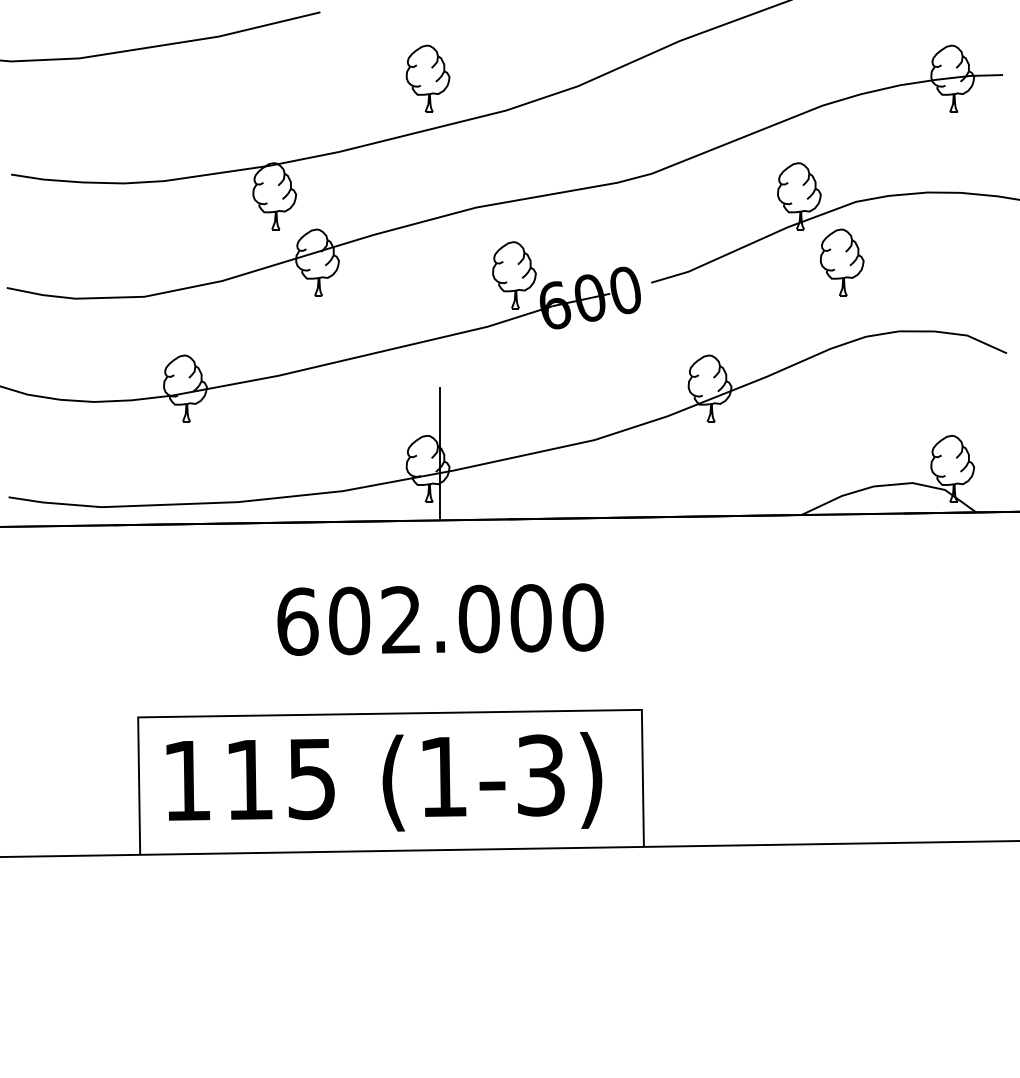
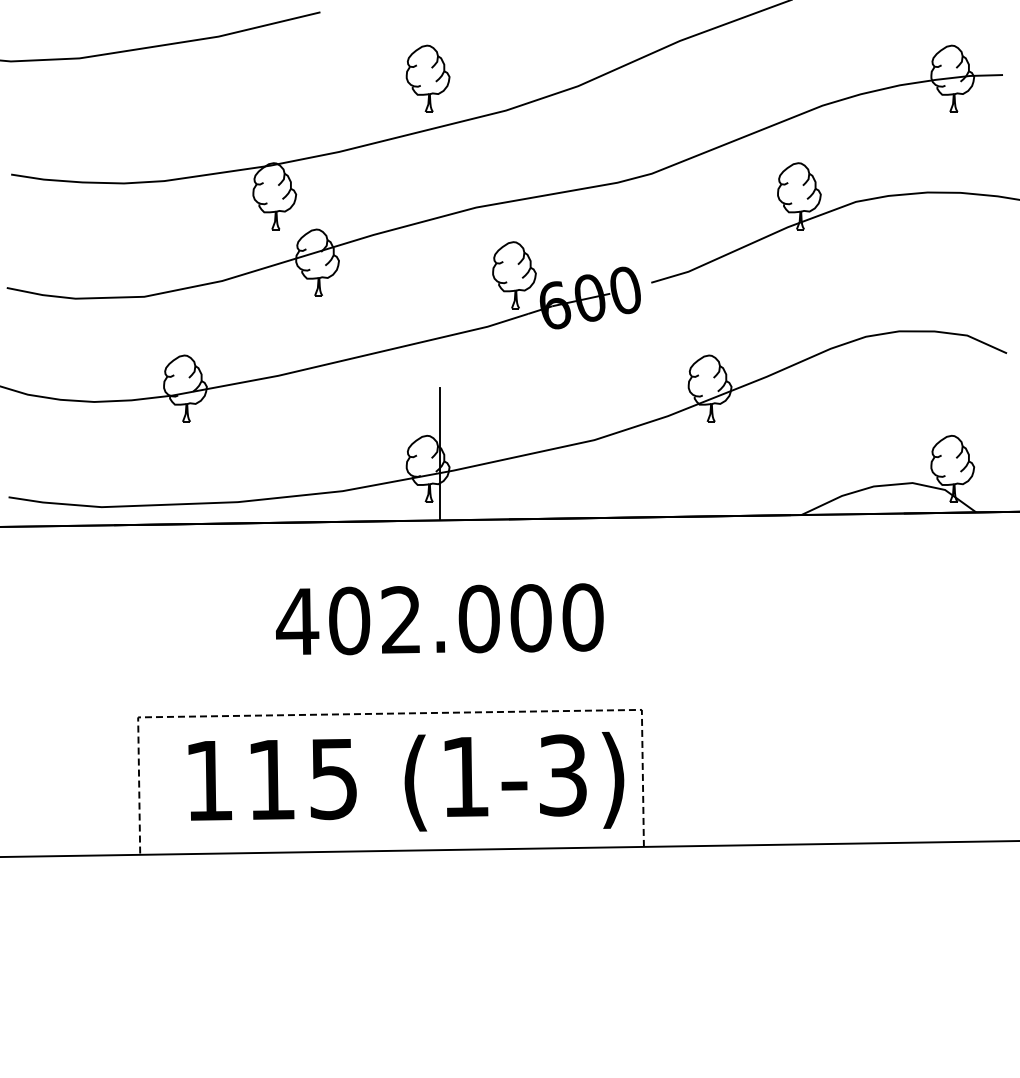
part at (842, 262): present -> none
text at (297, 621): 602.000 -> 402.000
line at (390, 713): solid -> dashed
text at (384, 781) position: (384, 781) -> (406, 781)
